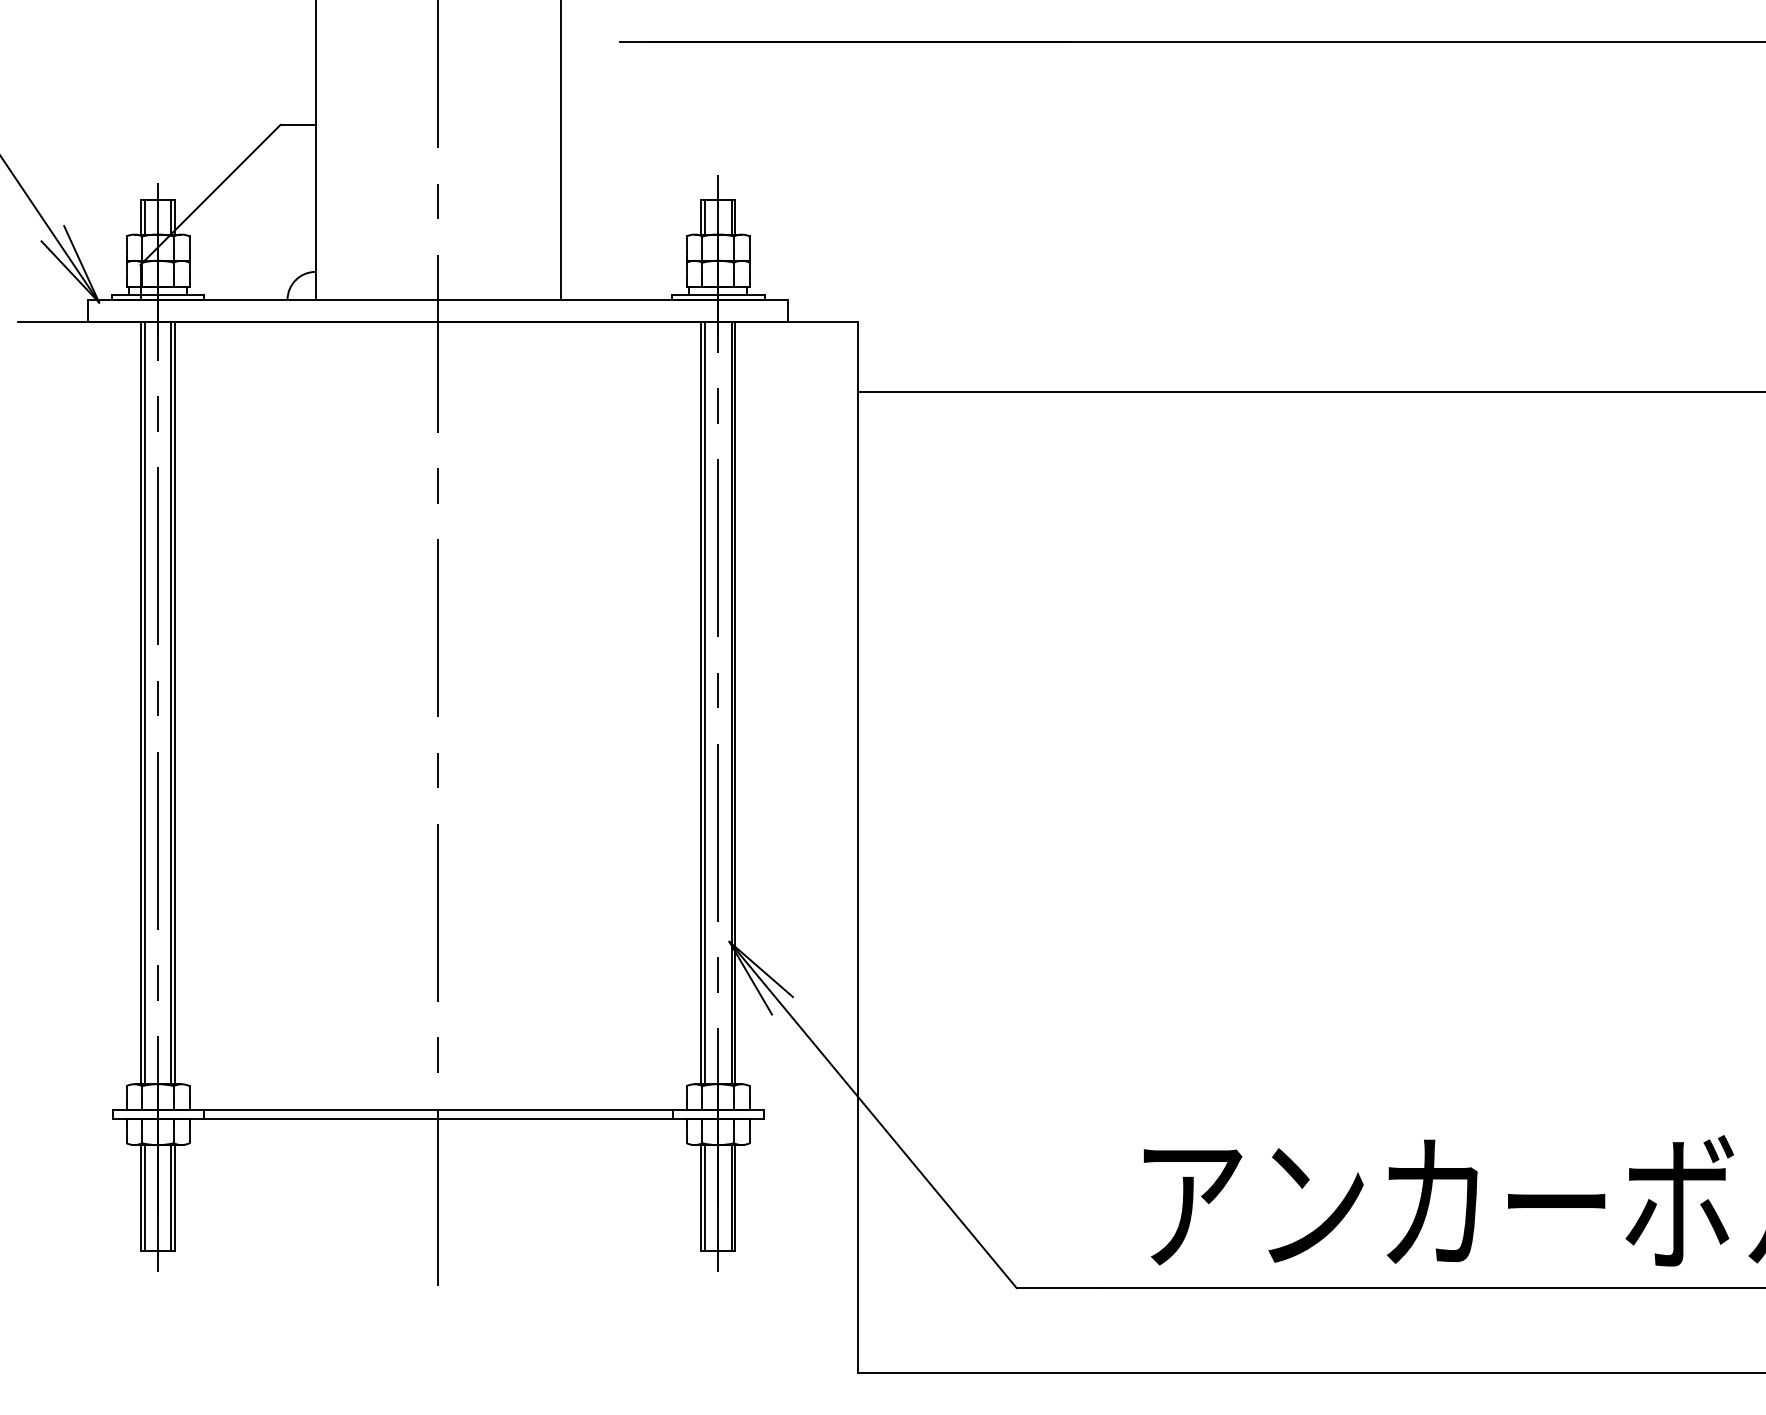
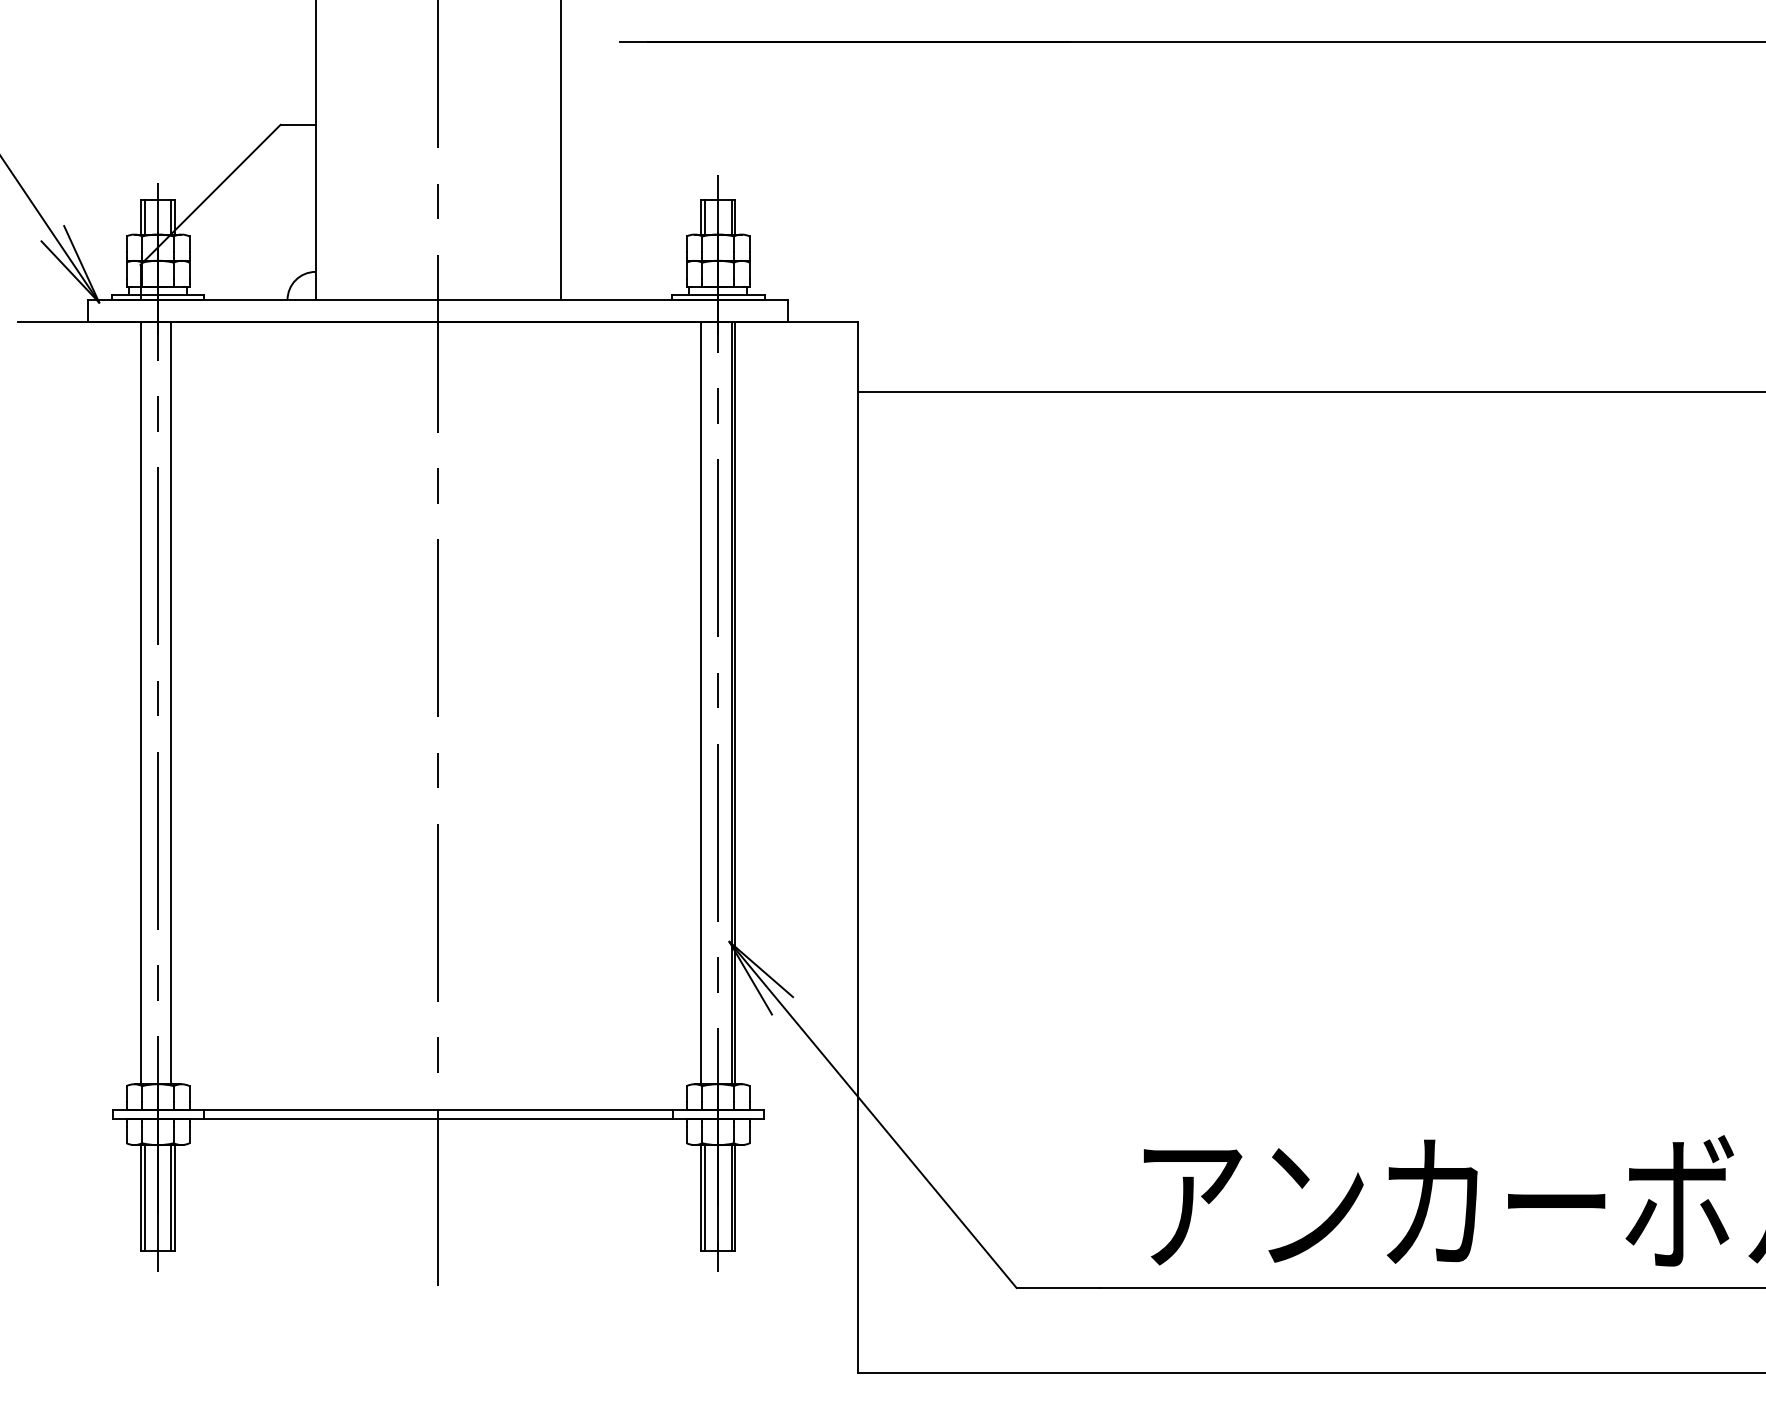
line at (144, 703): present -> none
line at (174, 703): present -> none
line at (704, 703): present -> none
